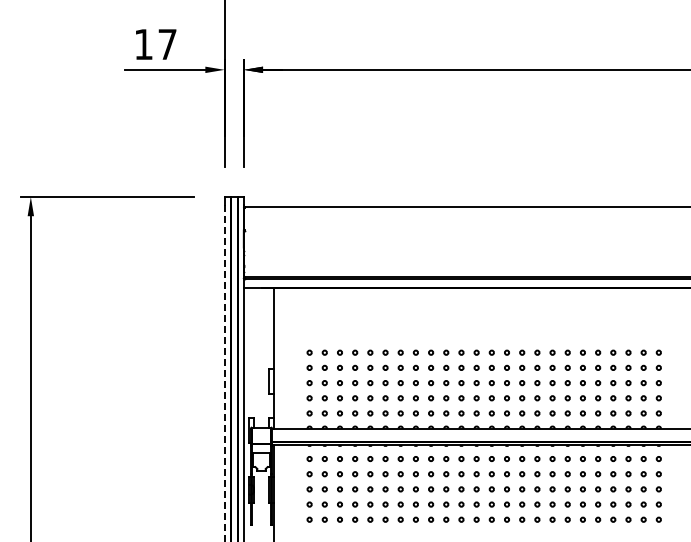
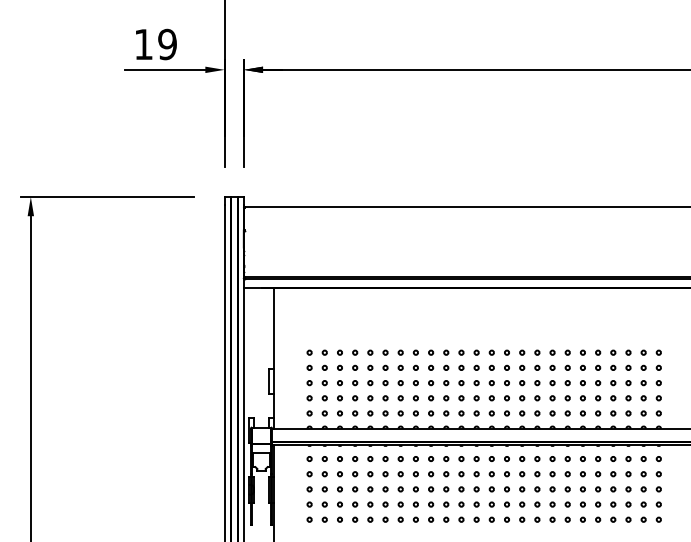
text at (167, 44): 17 -> 19
line at (224, 374): dashed -> solid
